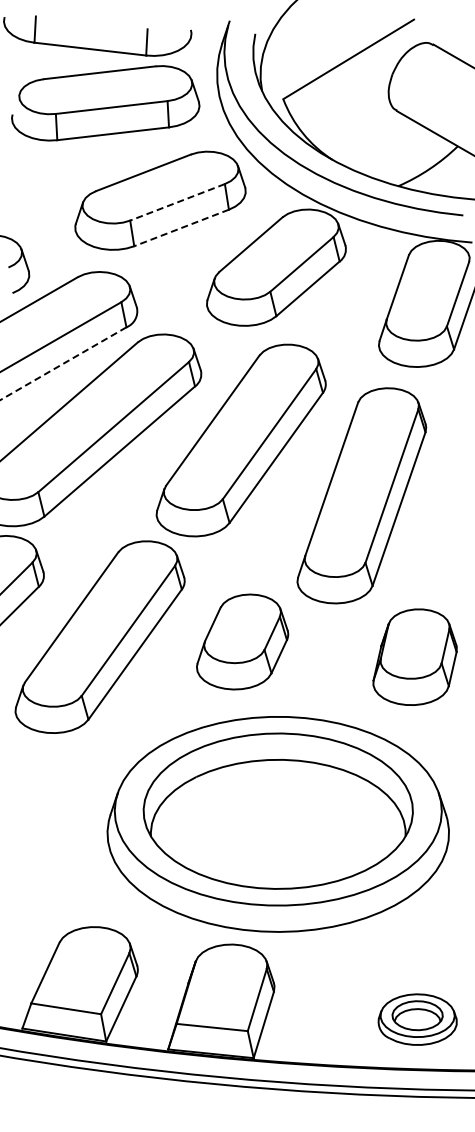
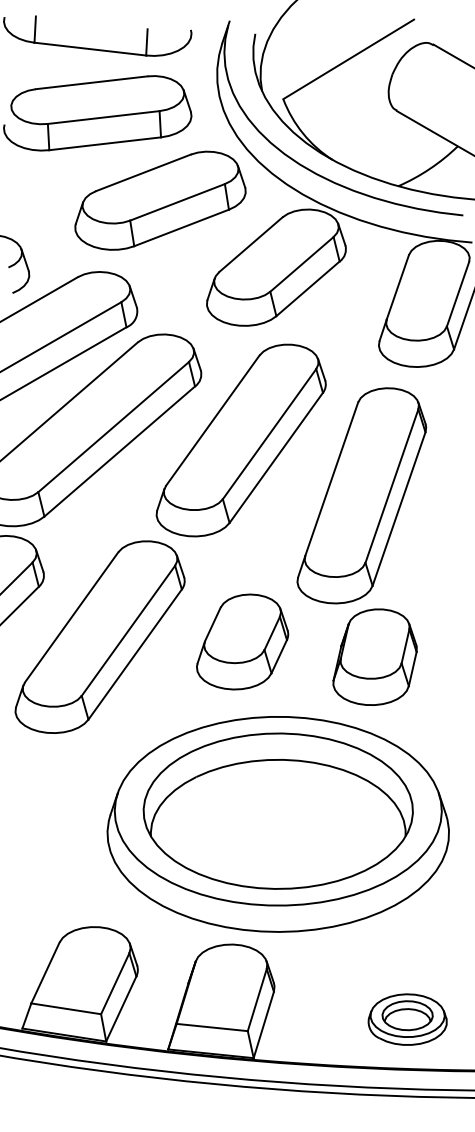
part at (105, 103) position: (105, 103) -> (97, 113)
line at (177, 202): dashed -> solid
line at (181, 227): dashed -> solid
line at (63, 363): dashed -> solid
part at (414, 656) position: (414, 656) -> (374, 656)
part at (417, 1019) position: (417, 1019) -> (407, 1019)
